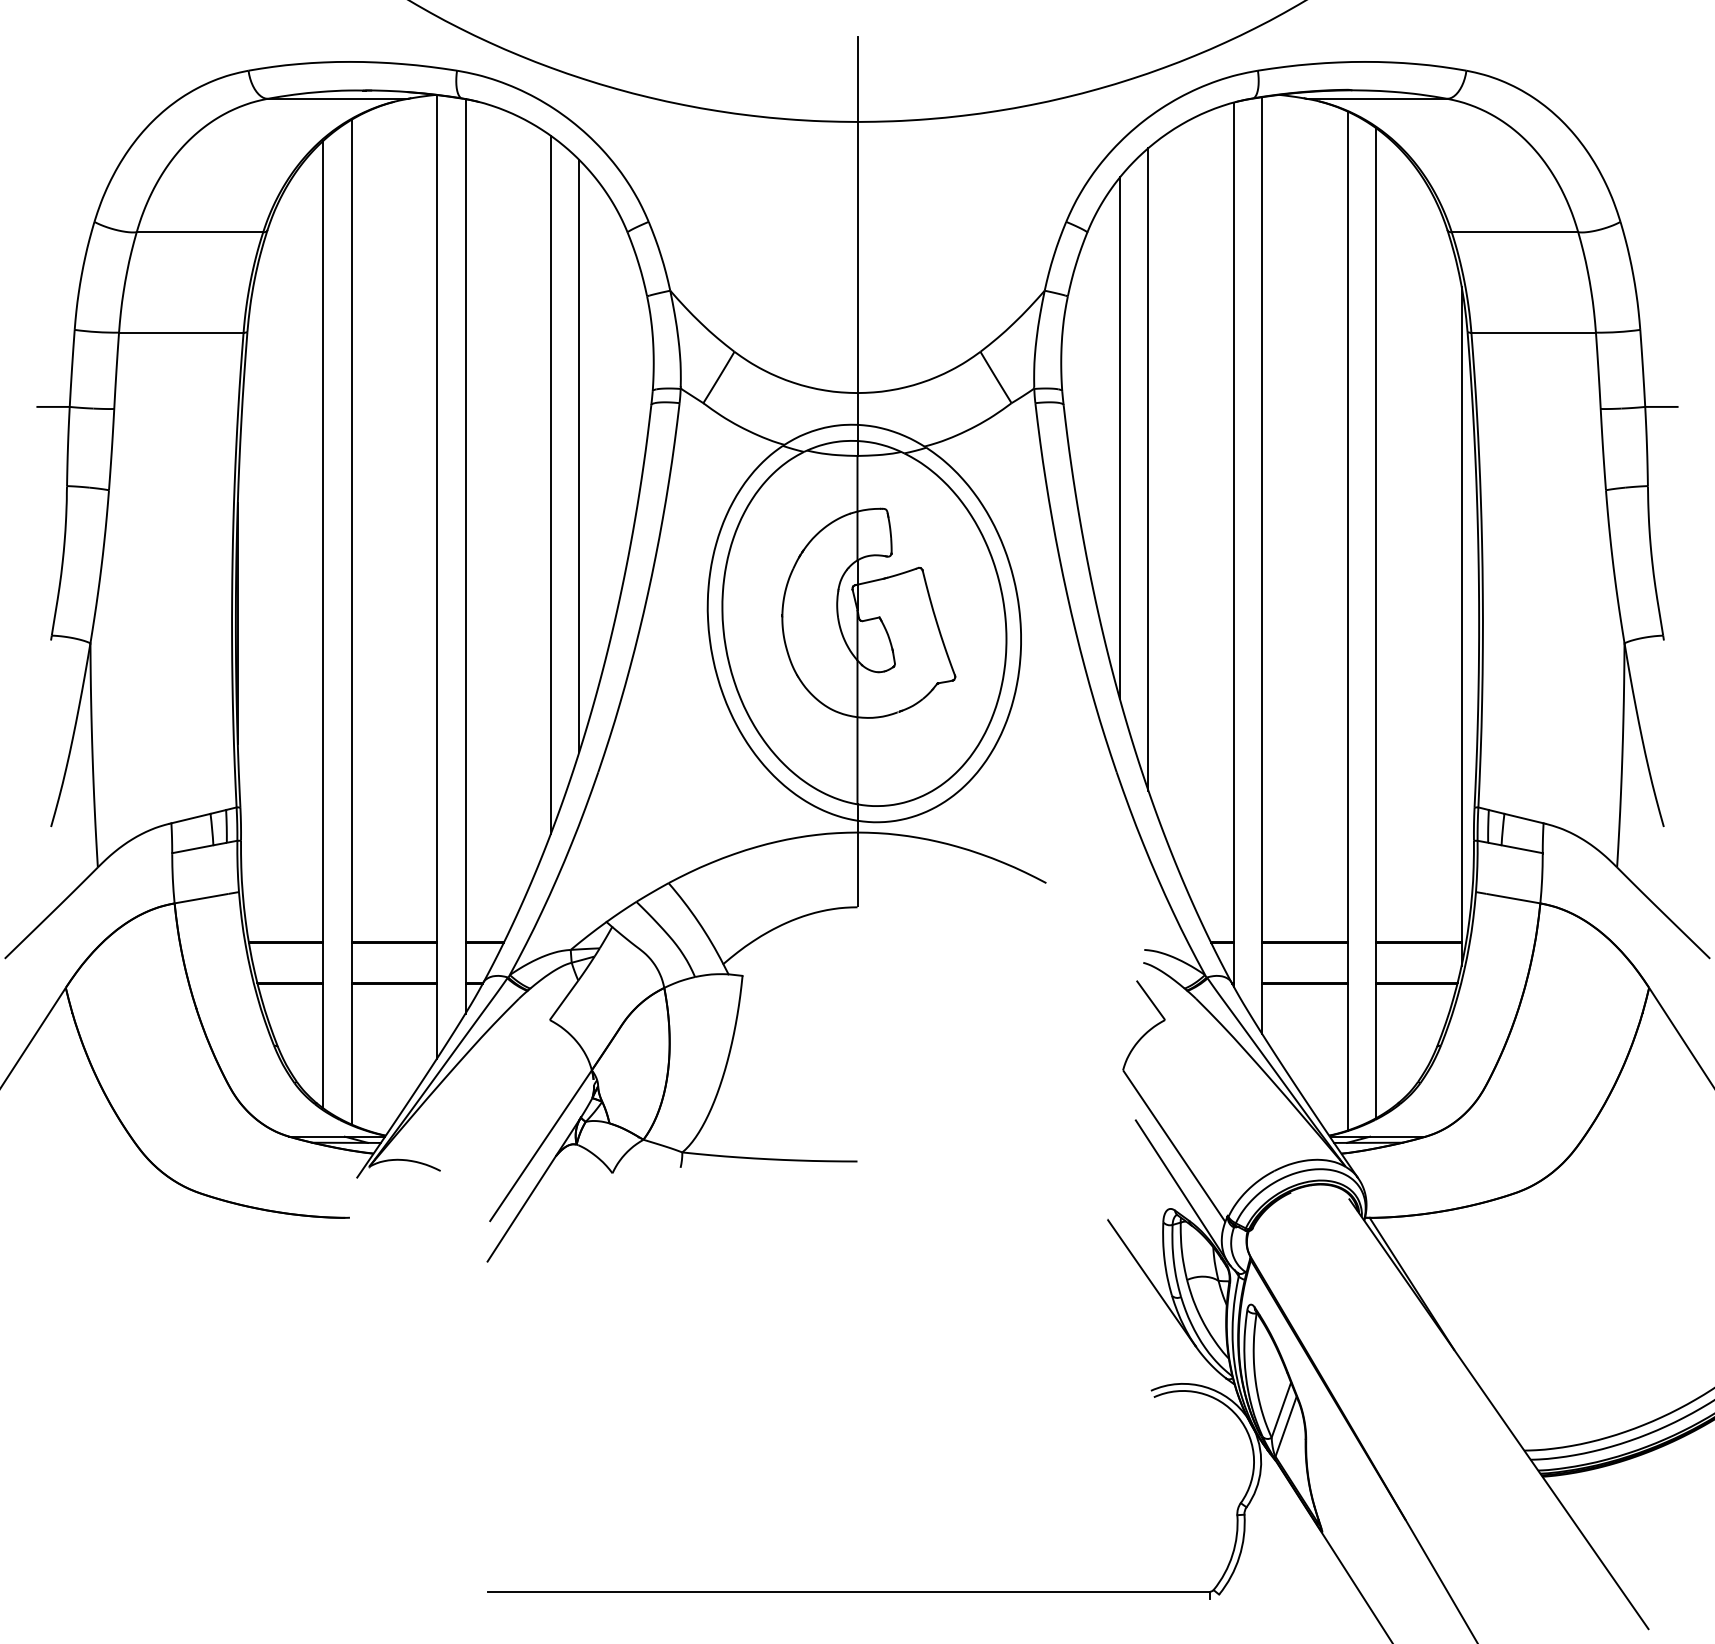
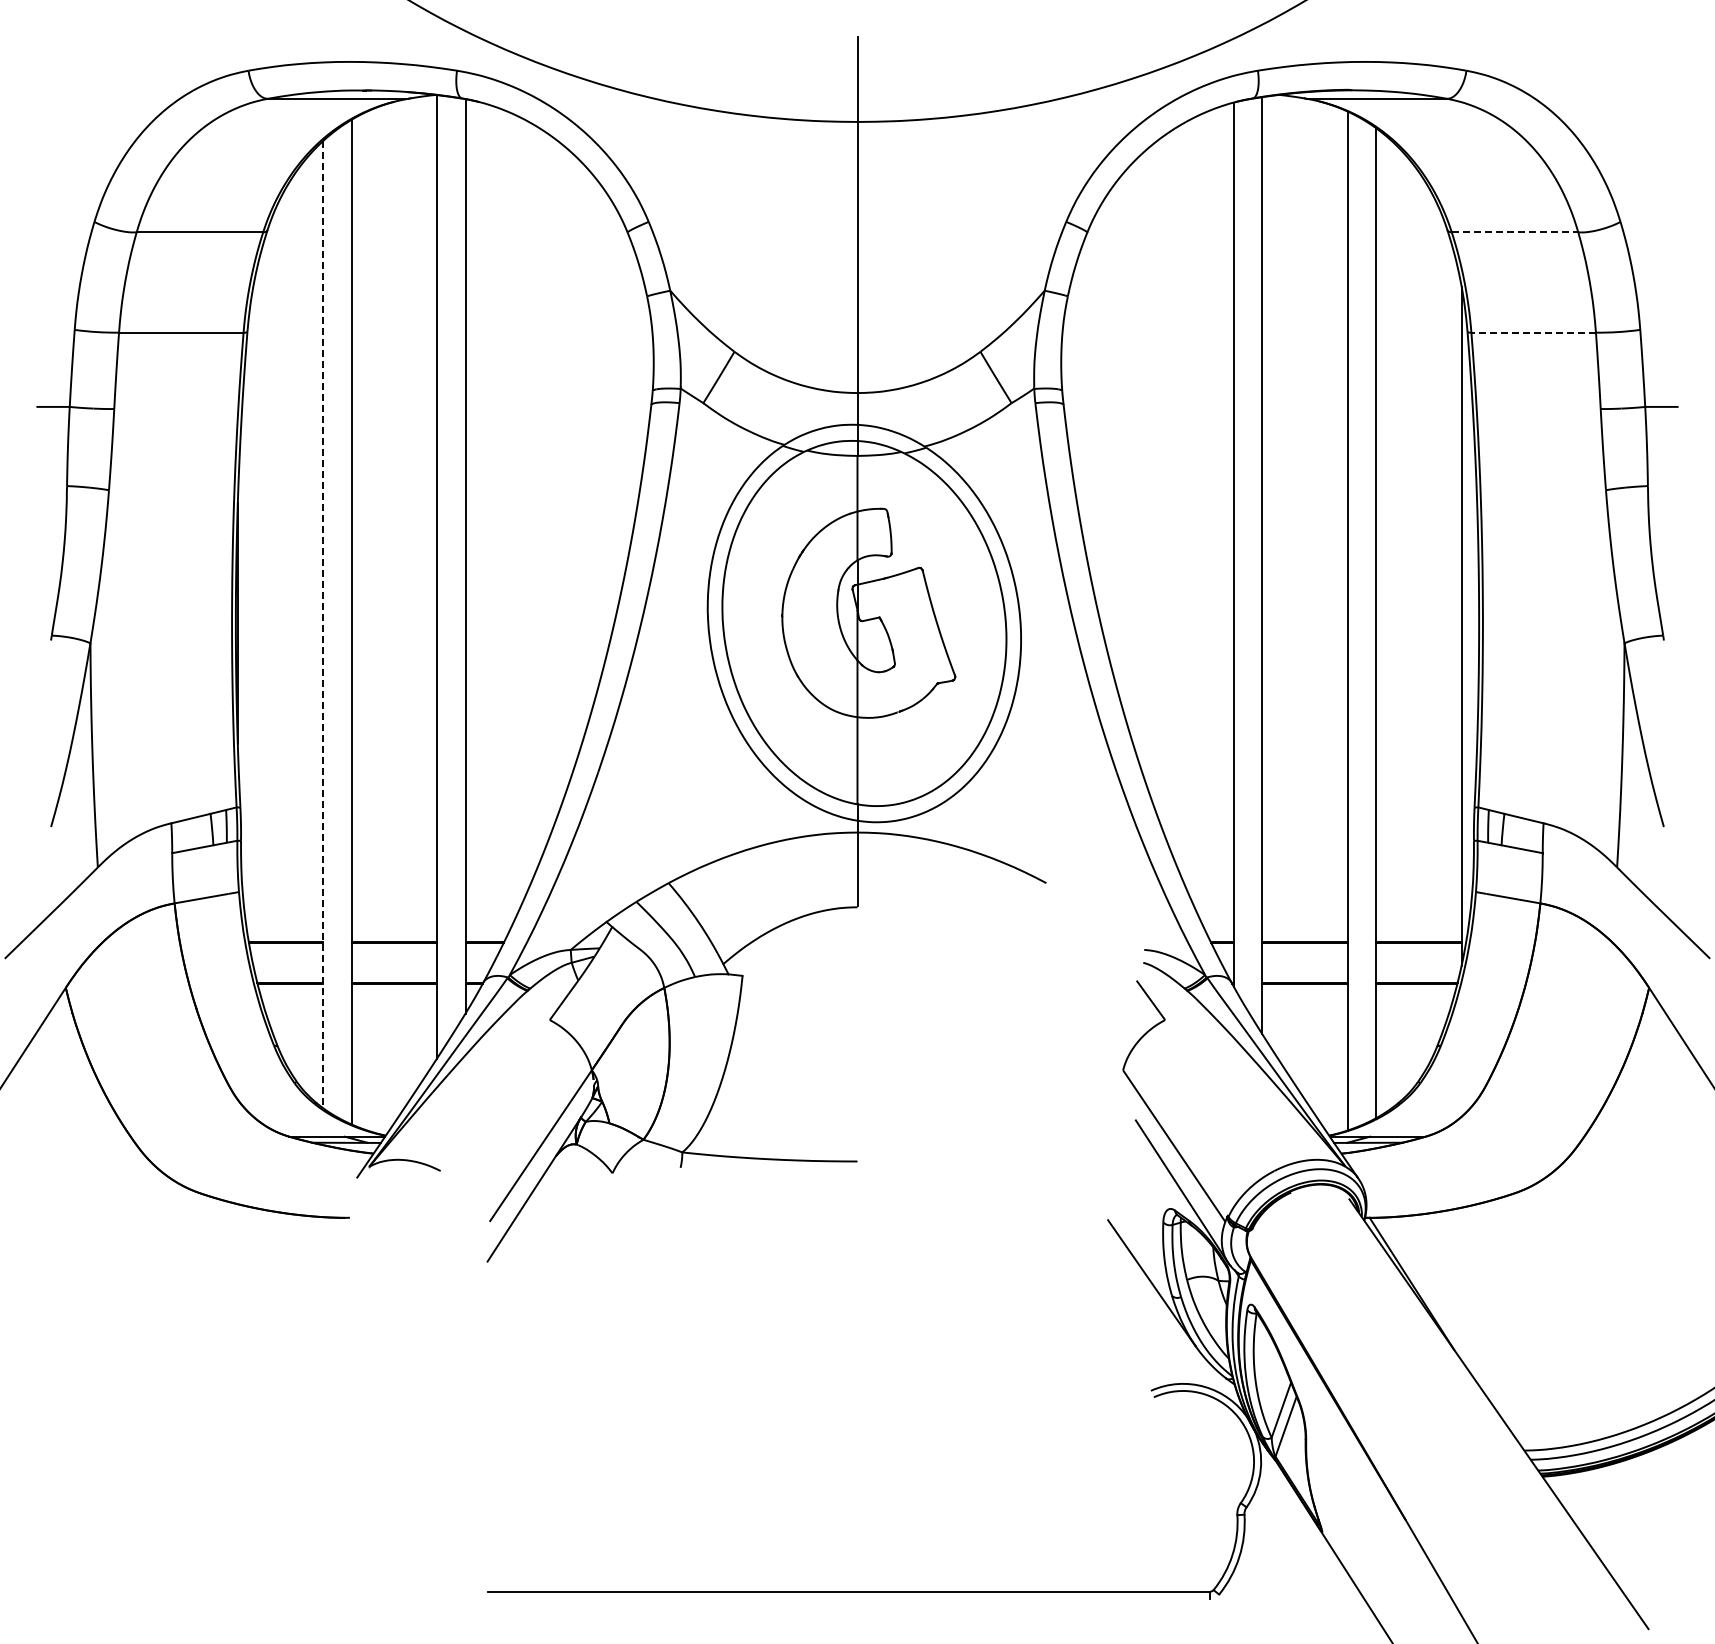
line at (1515, 232): solid -> dashed
line at (1533, 332): solid -> dashed
line at (1120, 438): present -> none
line at (579, 456): present -> none
line at (1148, 469): present -> none
line at (550, 484): present -> none
line at (323, 624): solid -> dashed
